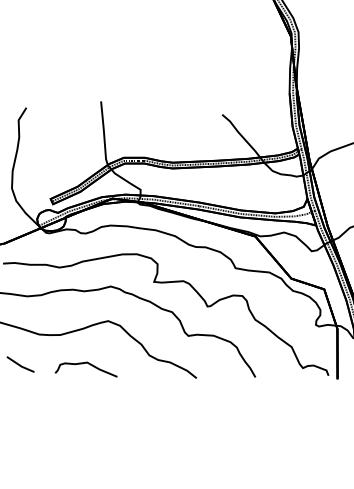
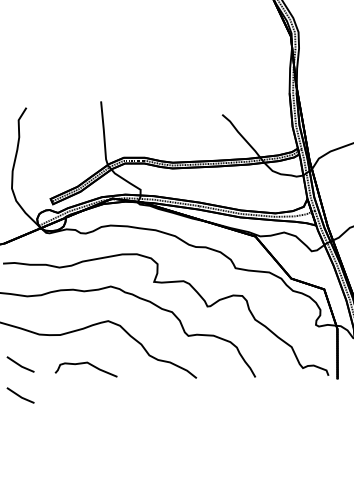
line at (20, 395): none -> present
